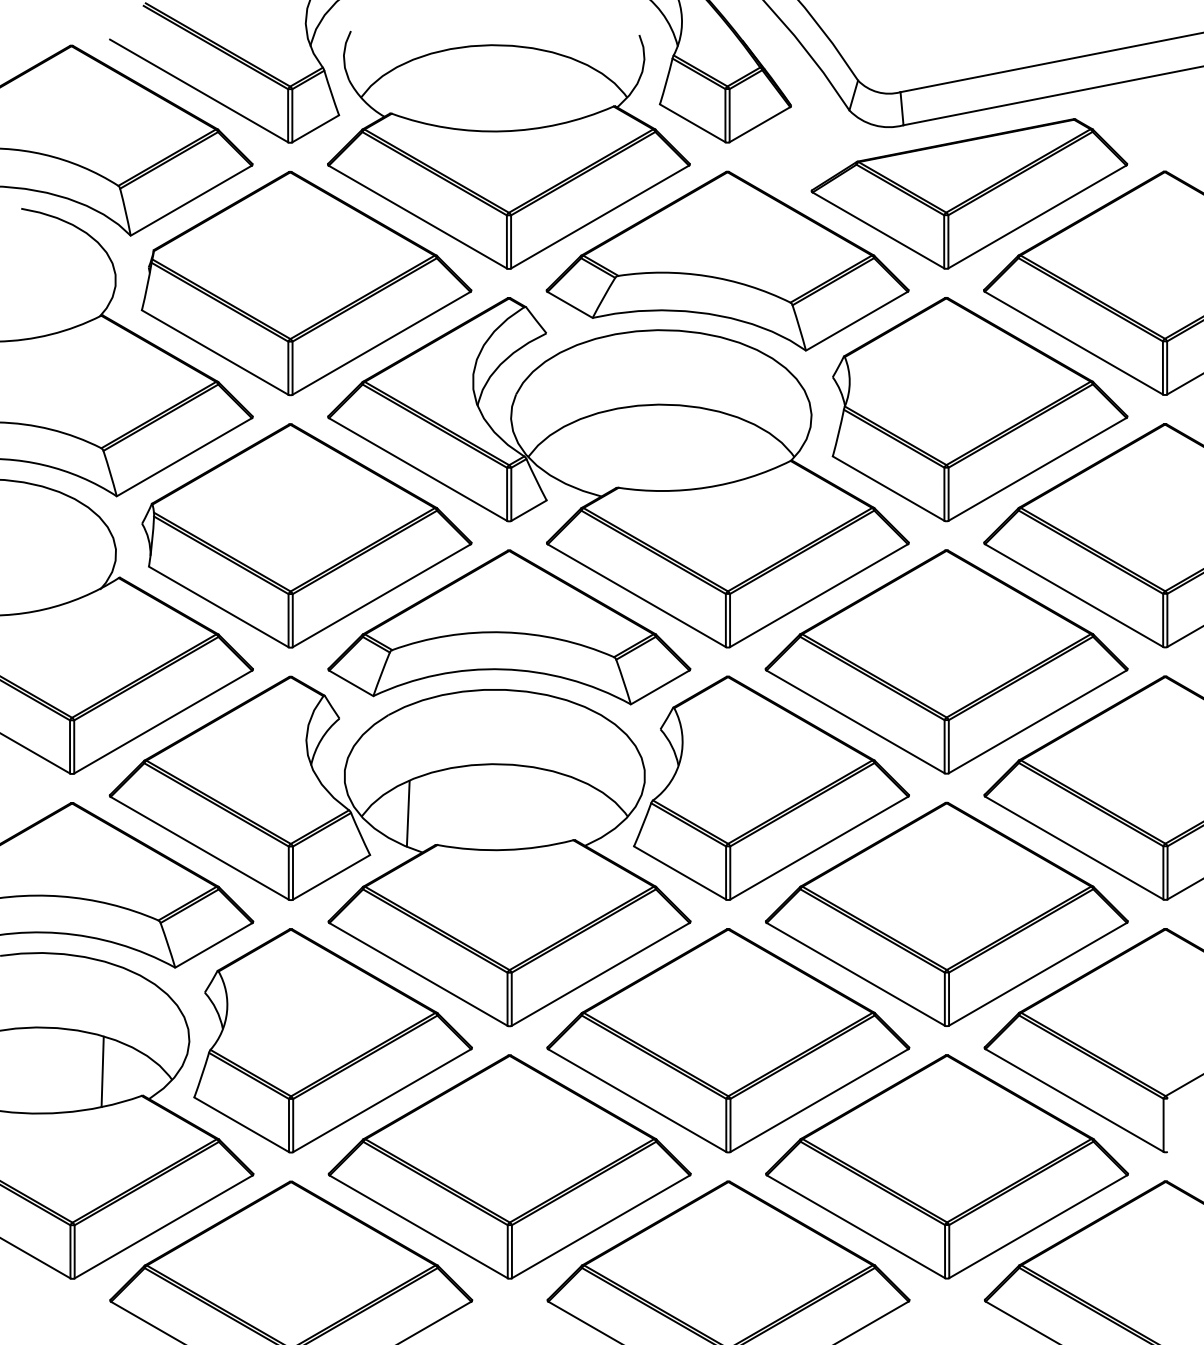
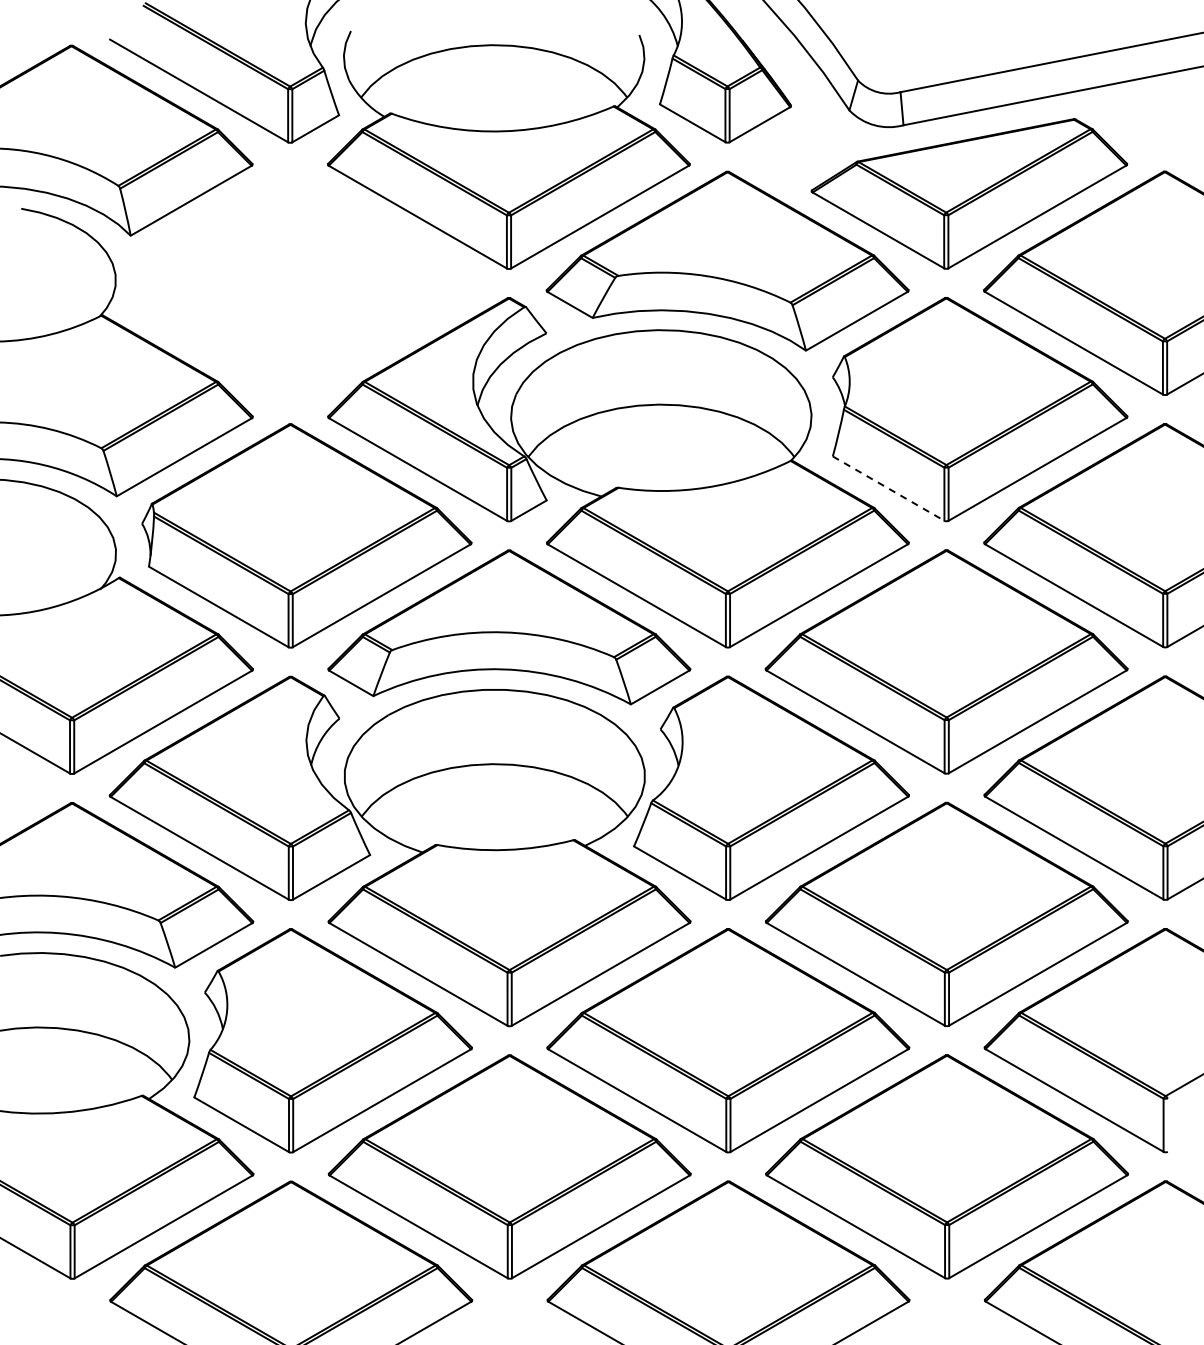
part at (306, 283): present -> none
line at (889, 488): solid -> dashed
line at (407, 813): present -> none
line at (102, 1071): present -> none
